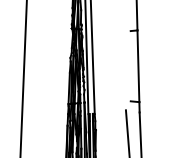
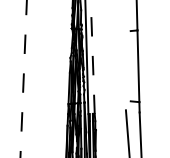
line at (92, 57): solid -> dashed
line at (23, 78): solid -> dashed
